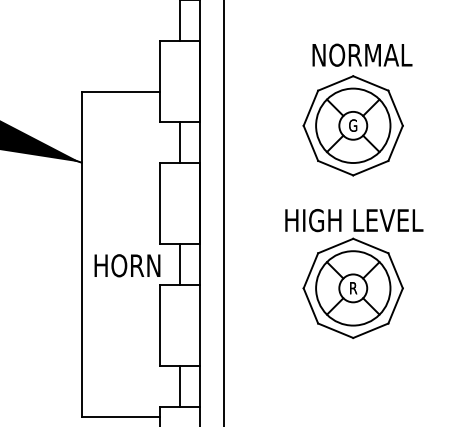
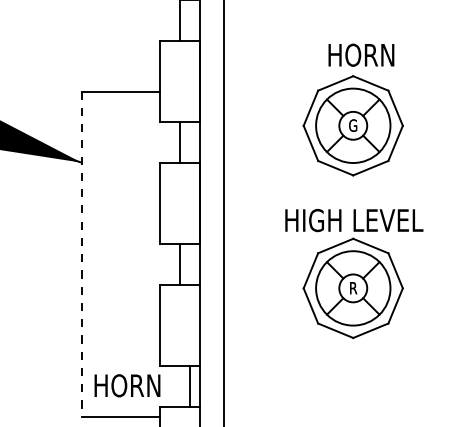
text at (362, 54): NORMAL -> HORN
line at (81, 254): solid -> dashed
text at (127, 265) position: (127, 265) -> (127, 385)
line at (180, 385) position: (180, 385) -> (190, 385)
